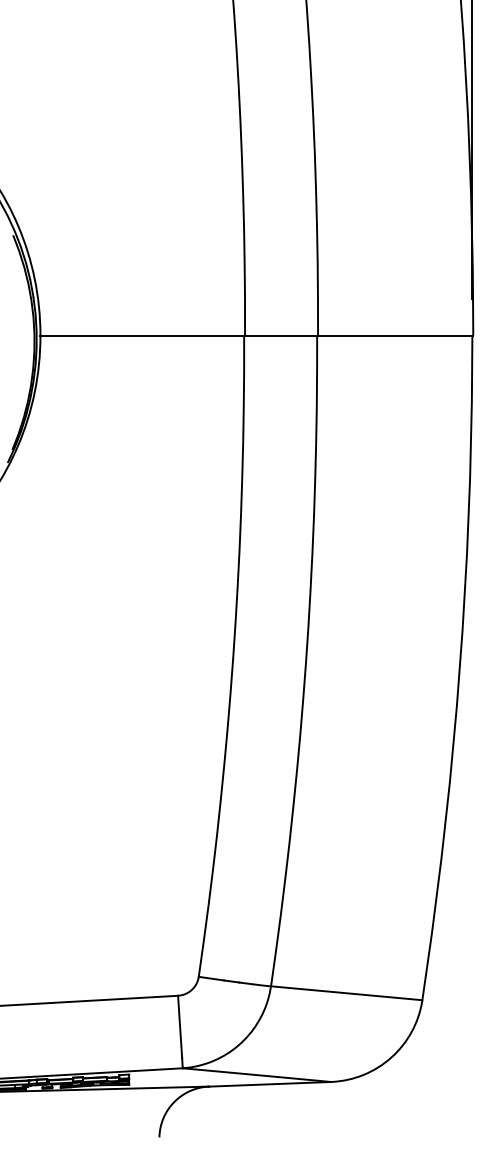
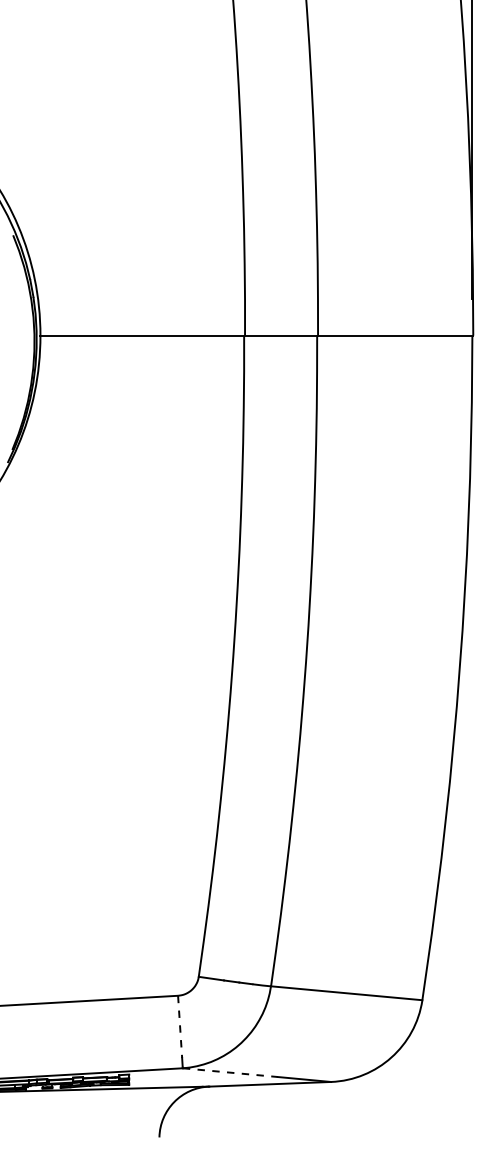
line at (180, 1027): solid -> dashed
line at (230, 1072): solid -> dashed
